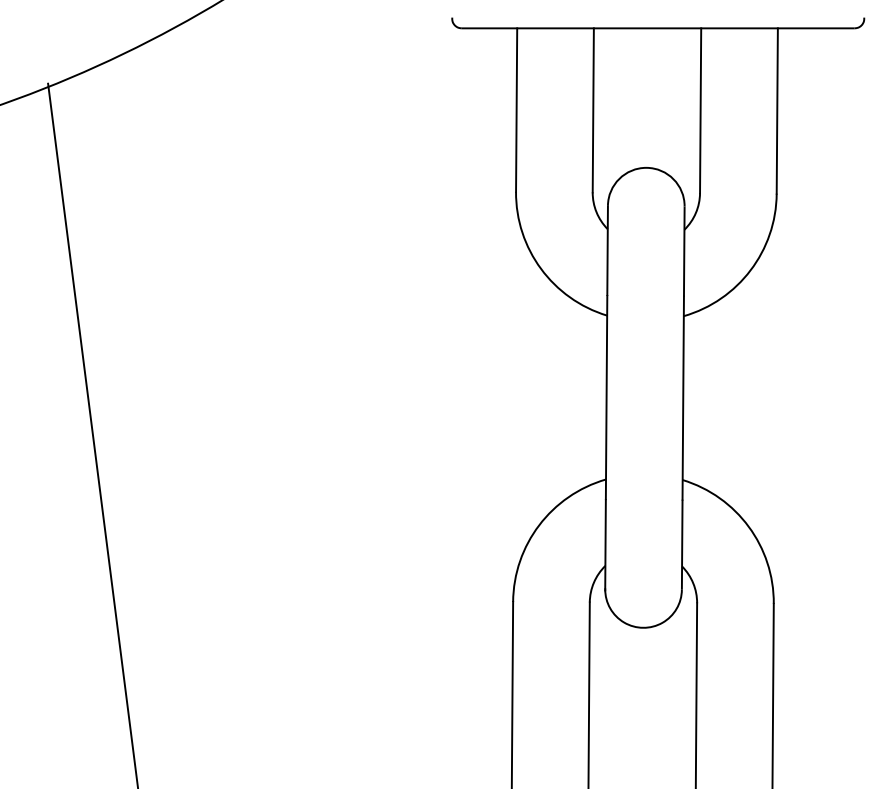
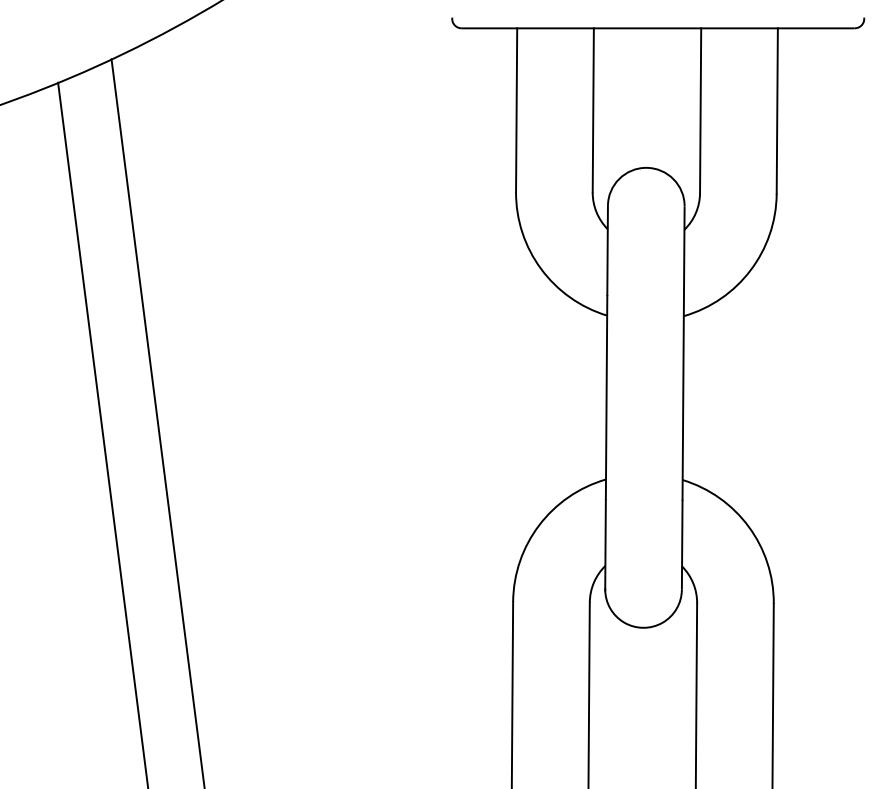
line at (157, 422): none -> present
line at (92, 434) position: (92, 434) -> (102, 433)
